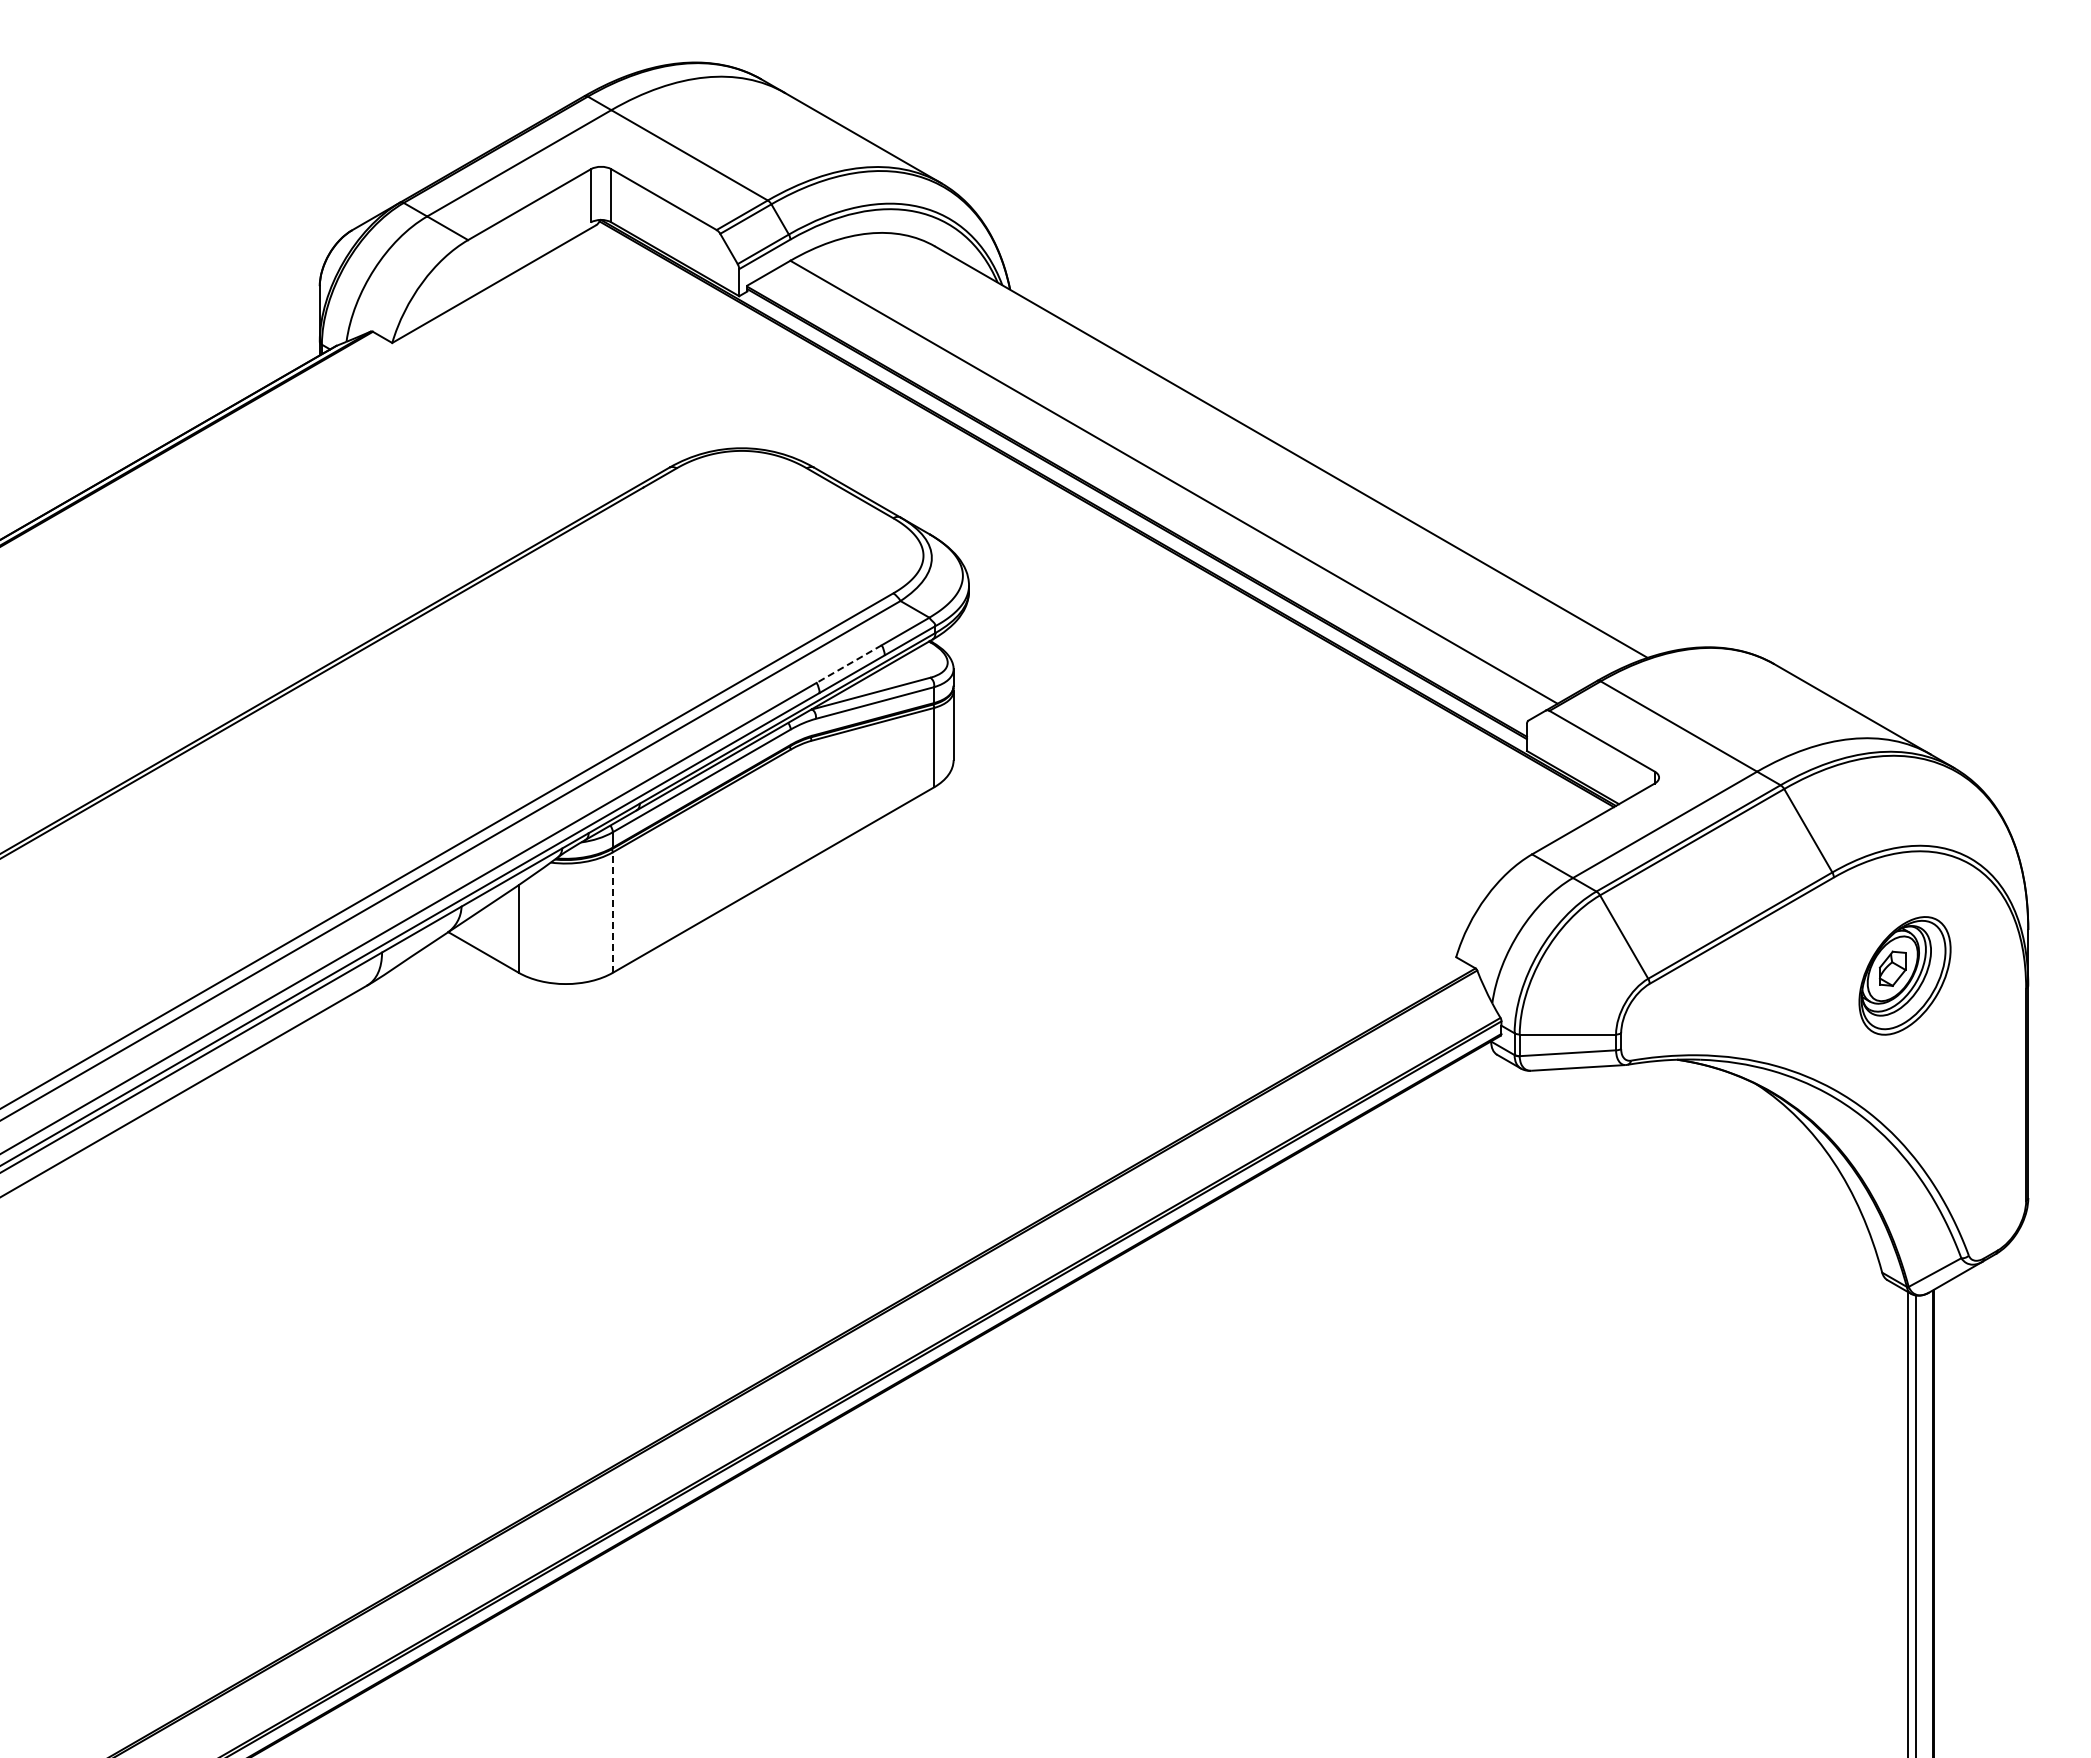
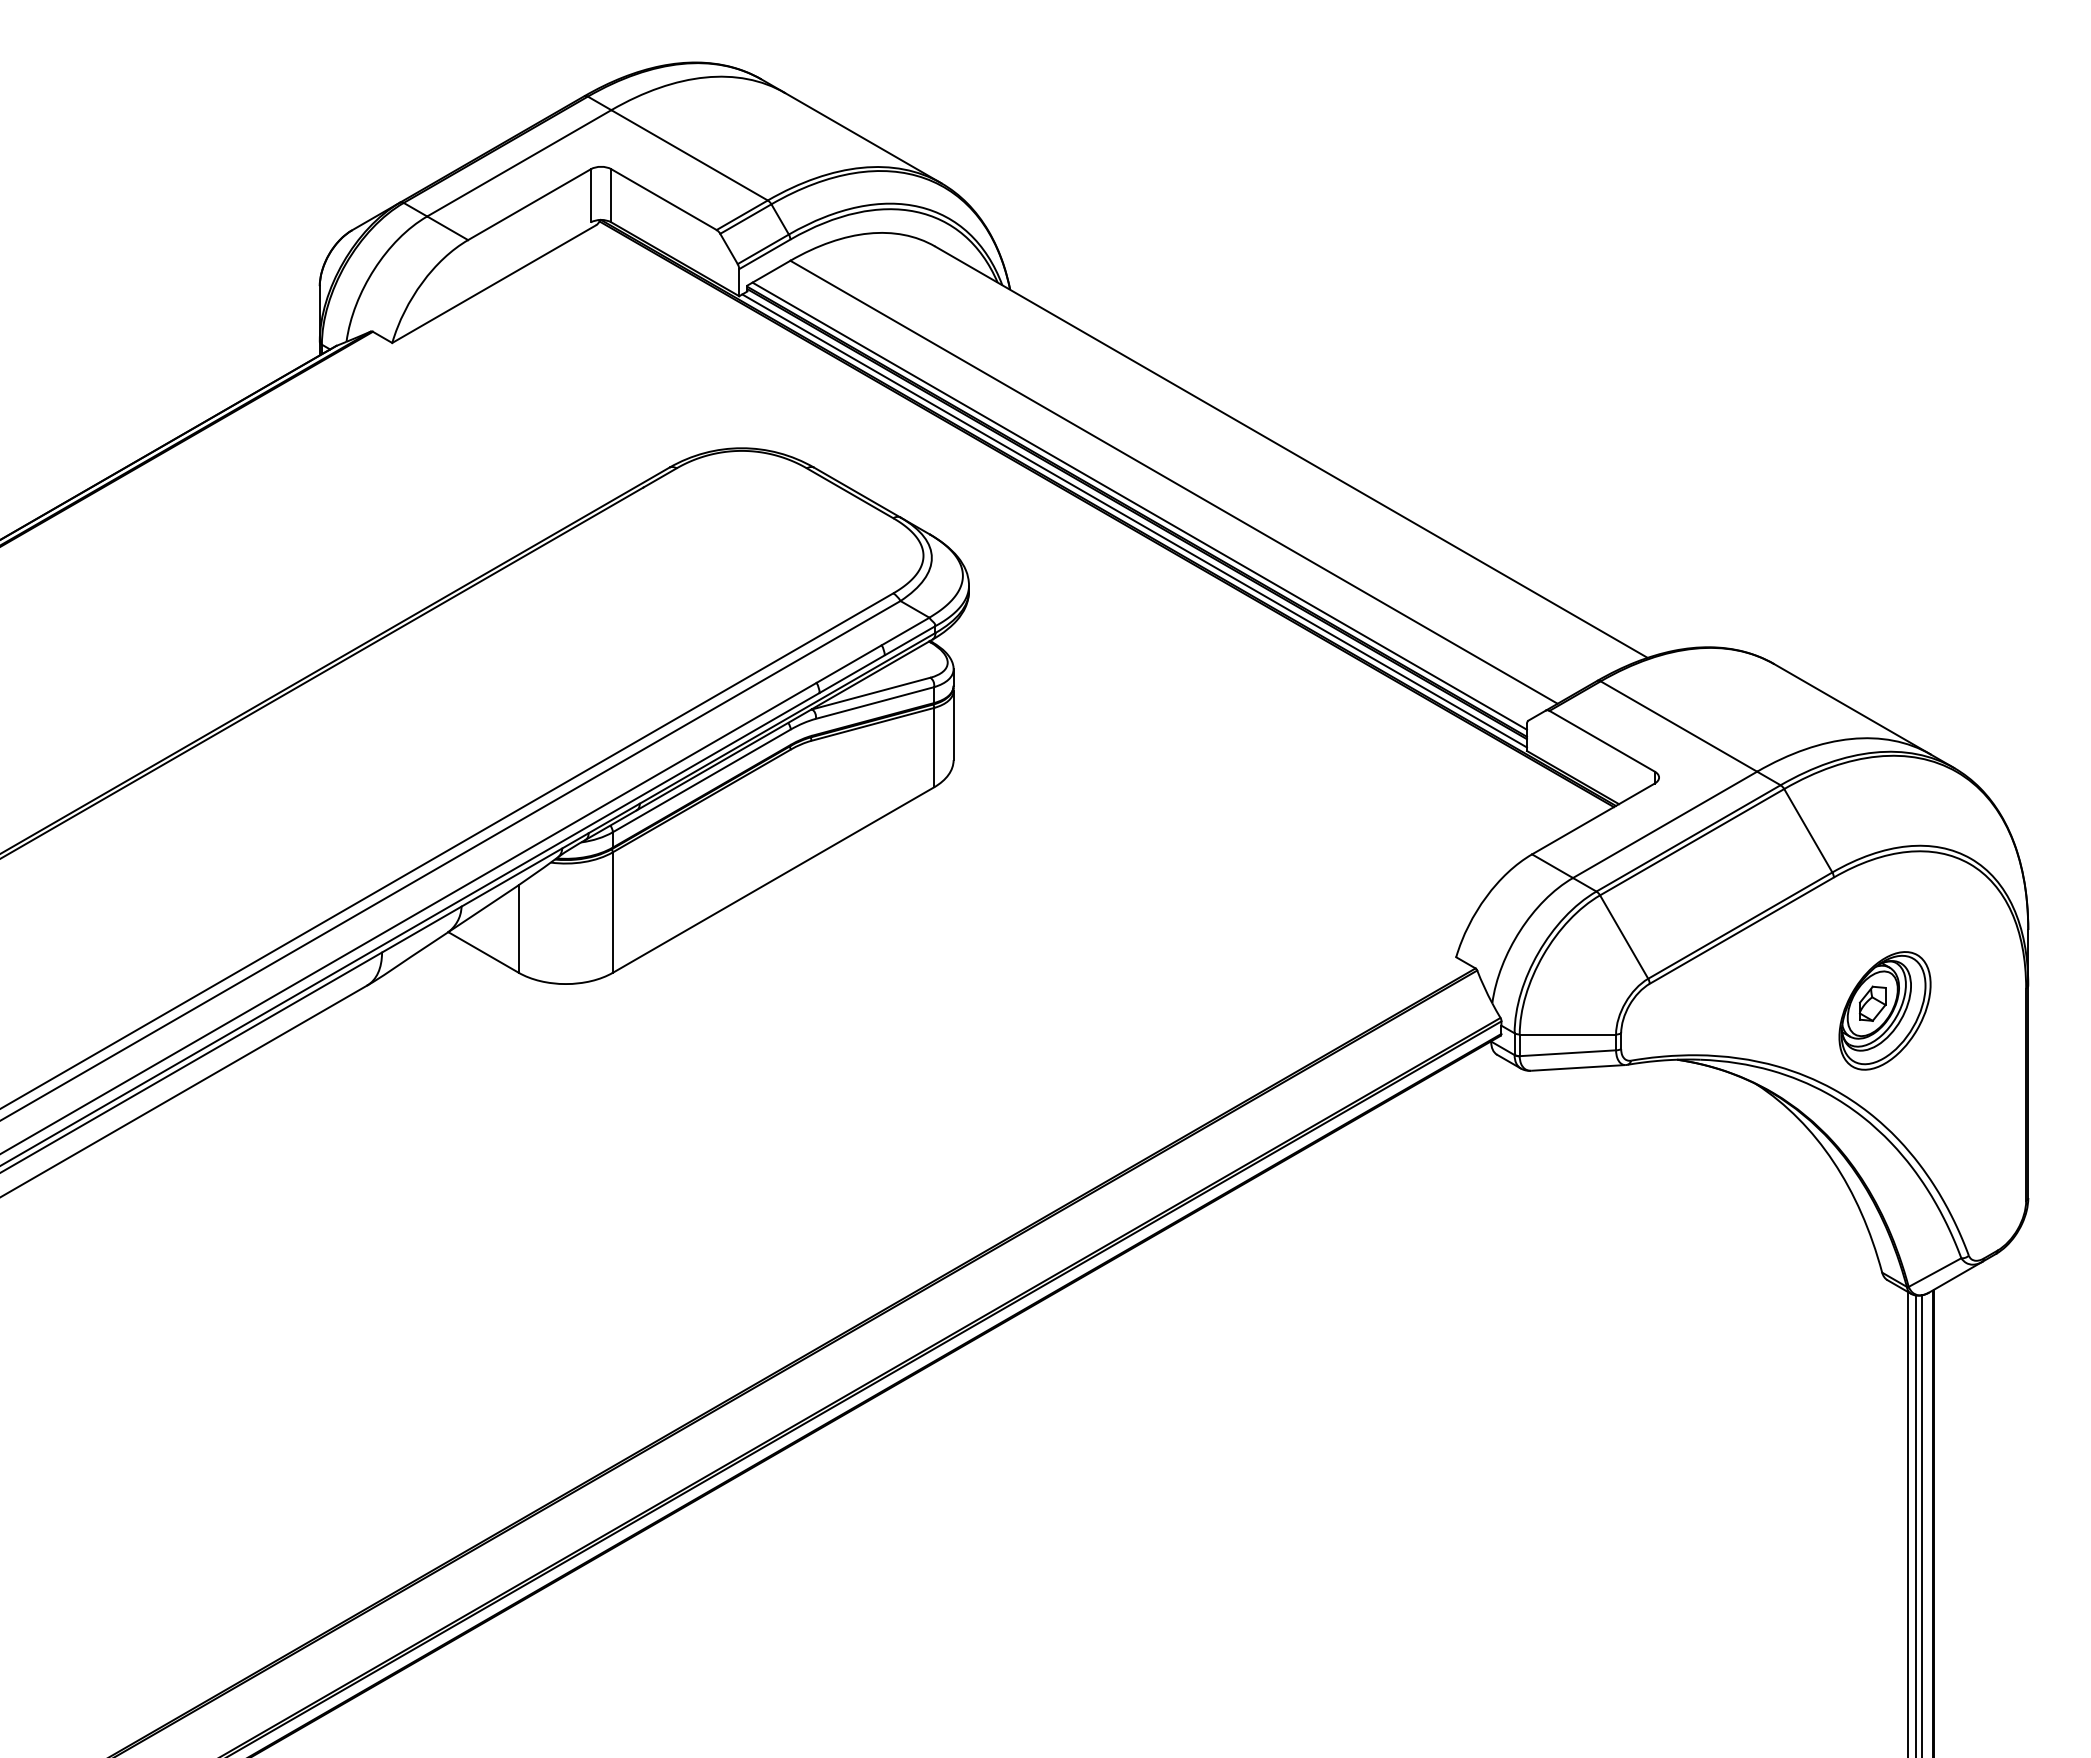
line at (1139, 505): none -> present
line at (1134, 520): none -> present
line at (849, 664): dashed -> solid
line at (612, 912): dashed -> solid
part at (1904, 975) position: (1904, 975) -> (1884, 1010)
line at (1921, 1524): none -> present
